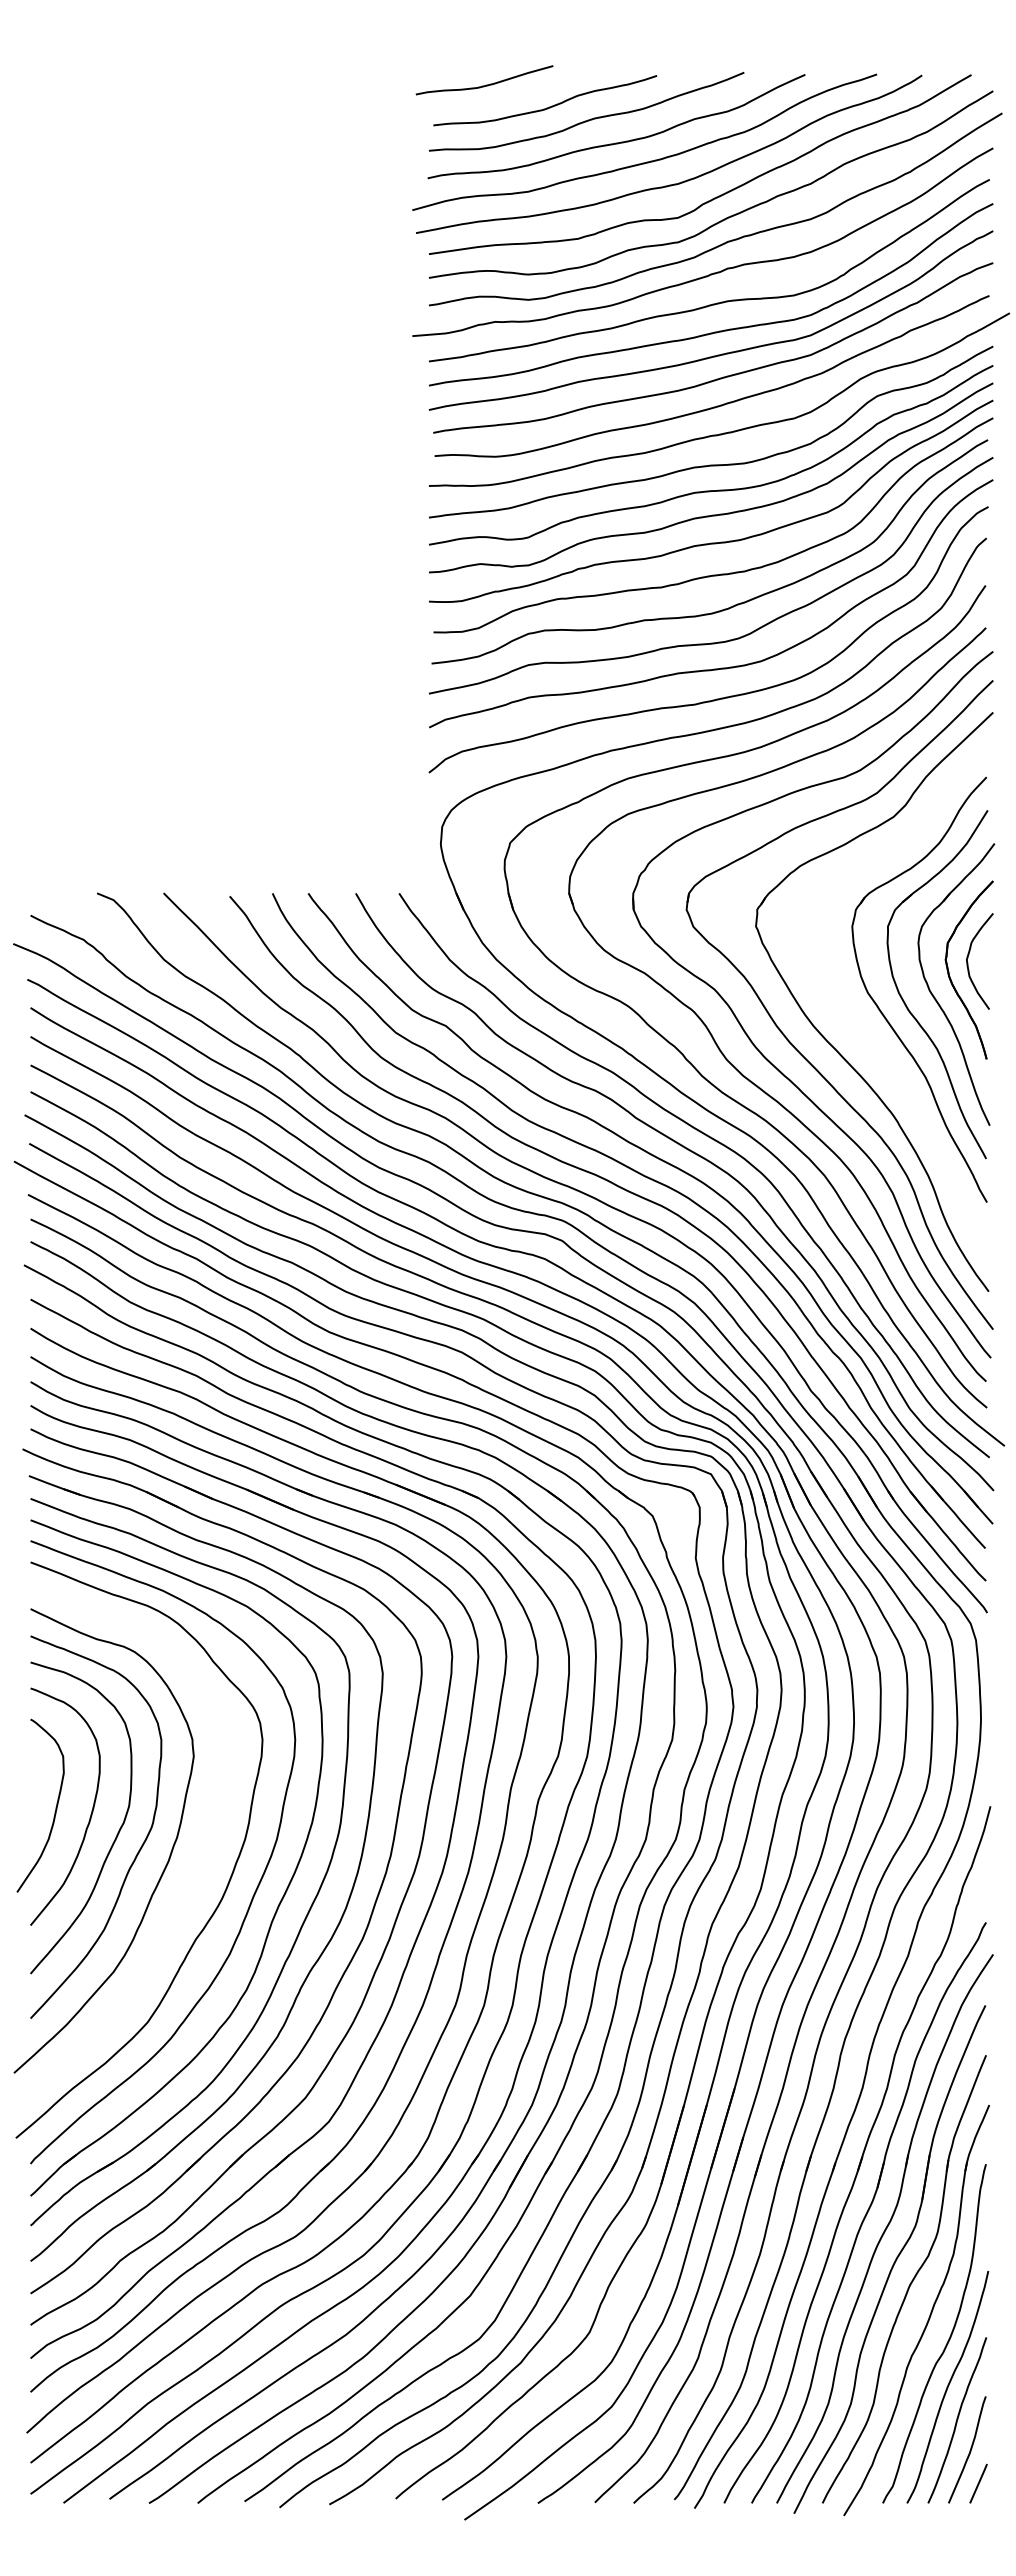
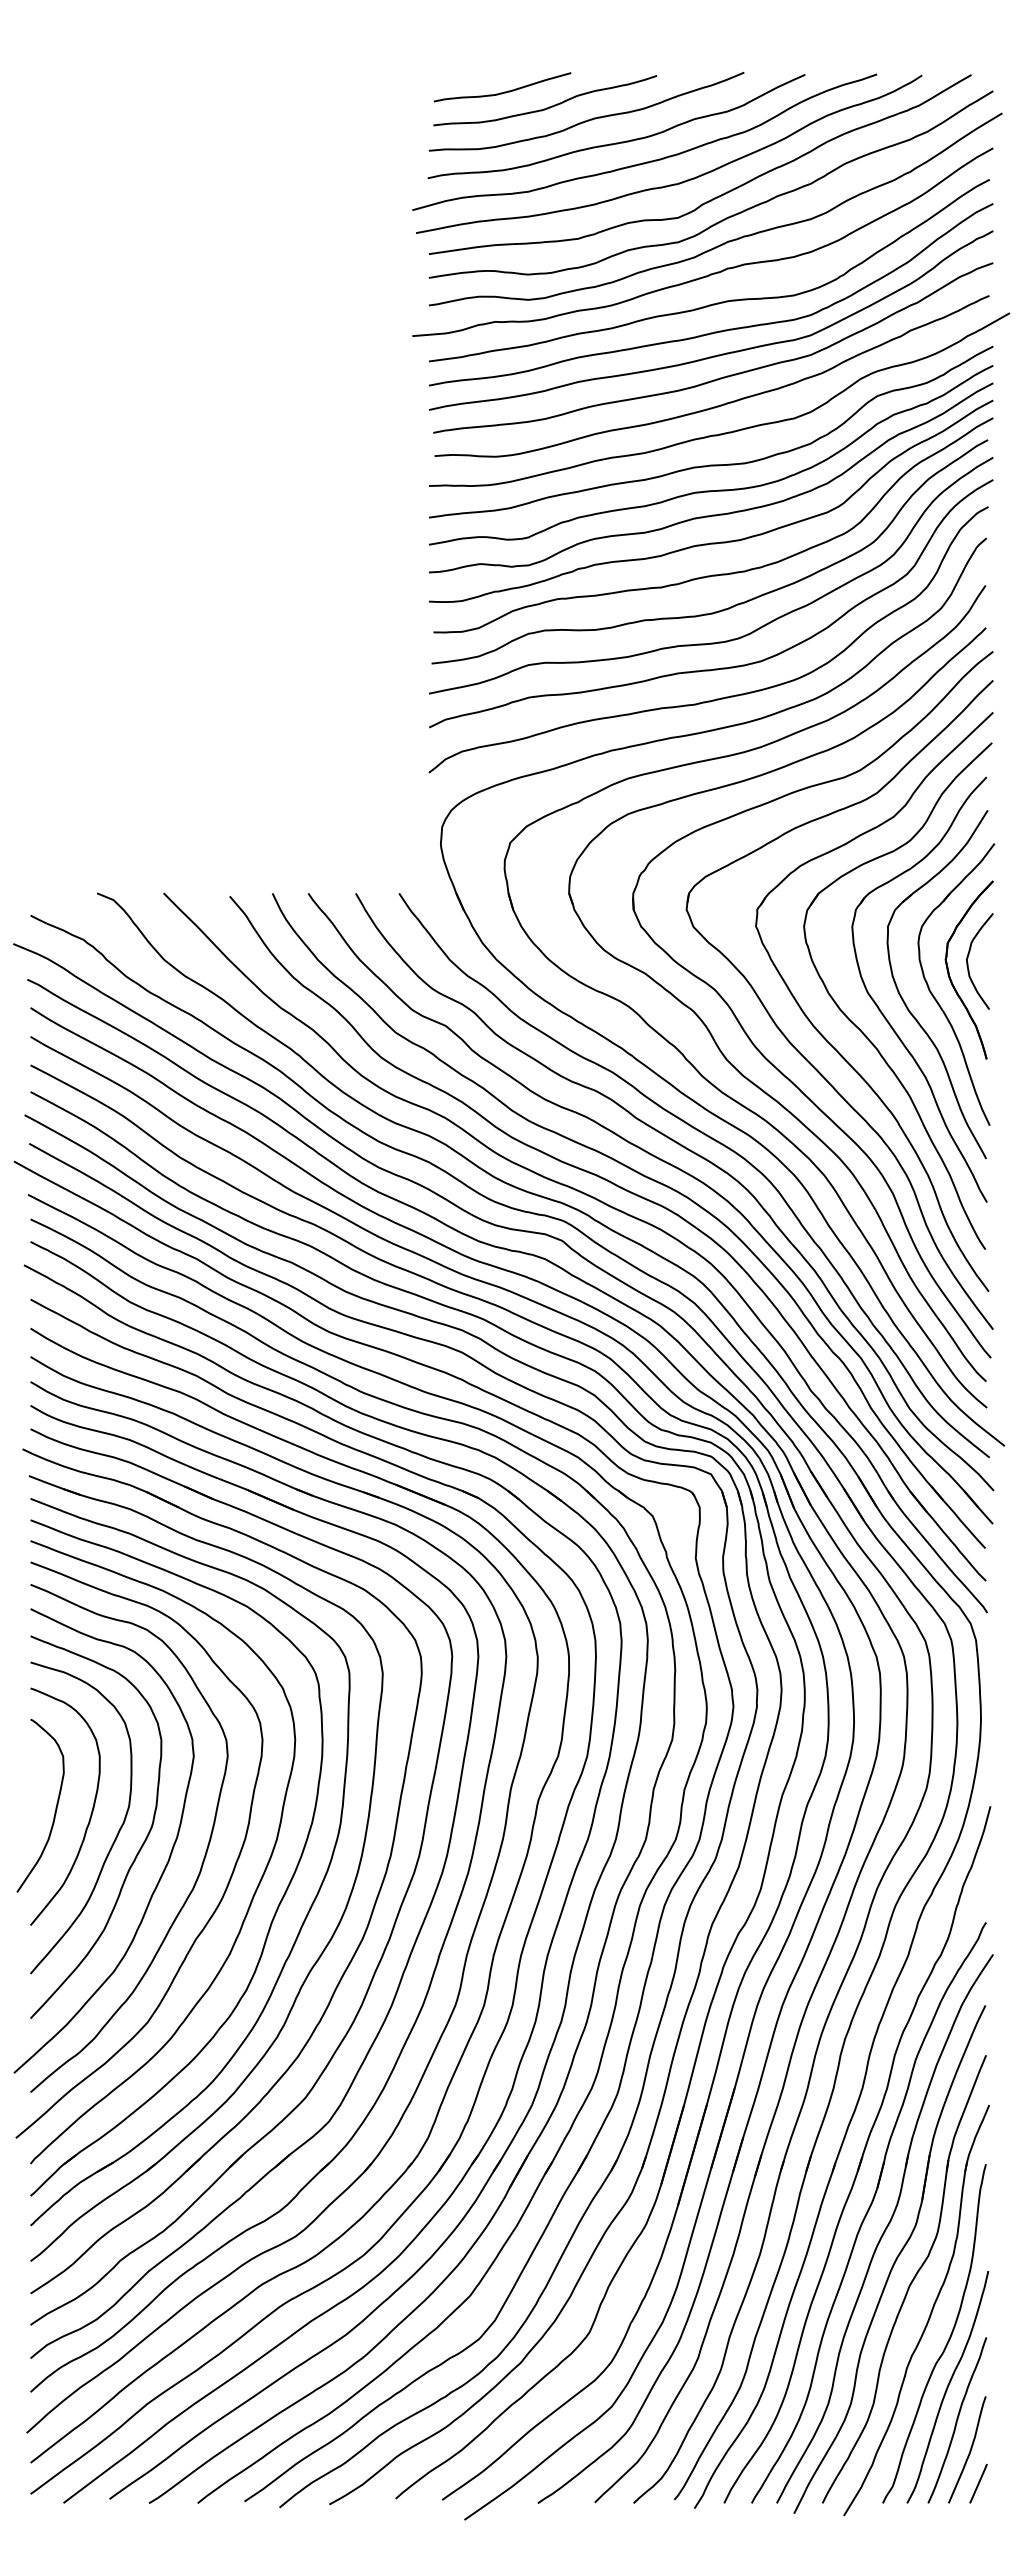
curve at (486, 84) position: (486, 84) -> (504, 91)
part at (861, 1029): none -> present
curve at (201, 1863): none -> present
